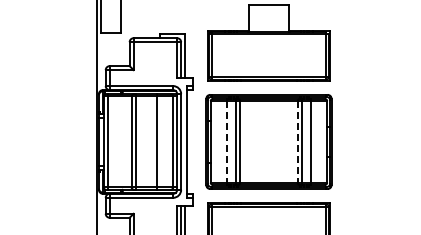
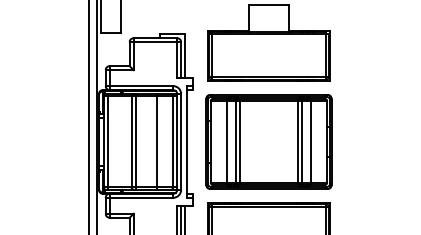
line at (89, 116): none -> present
line at (226, 141): dashed -> solid
line at (297, 141): dashed -> solid
